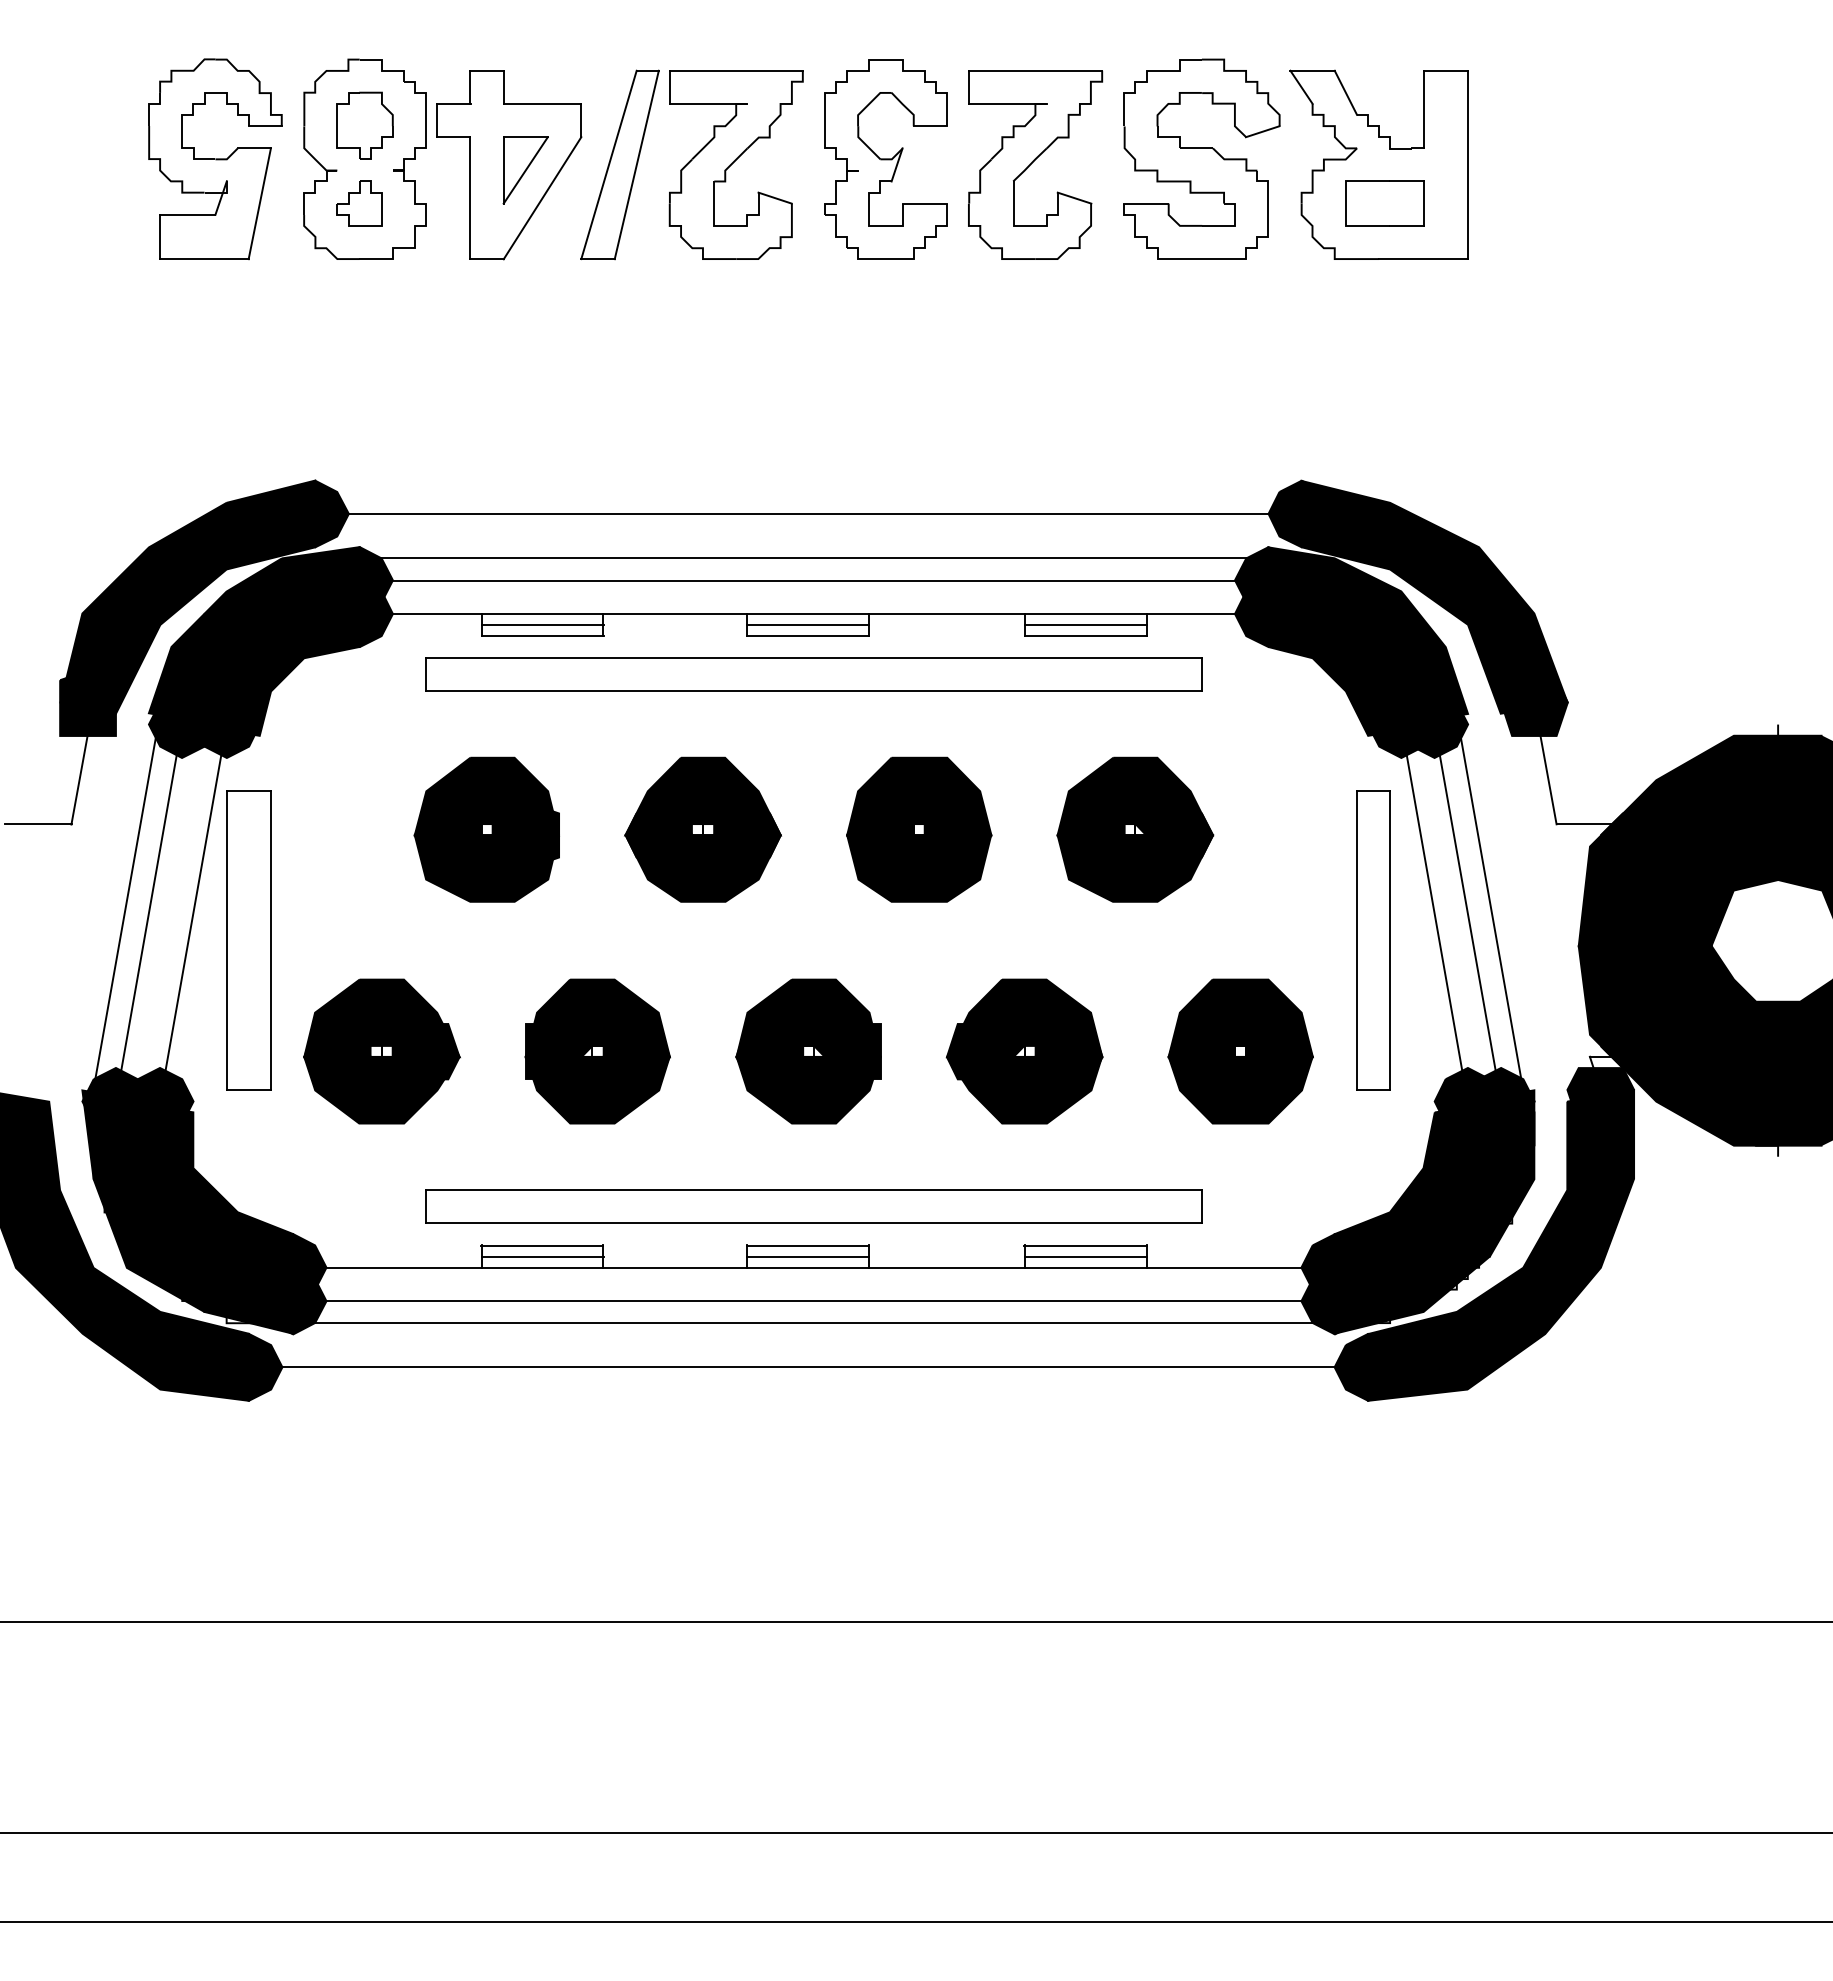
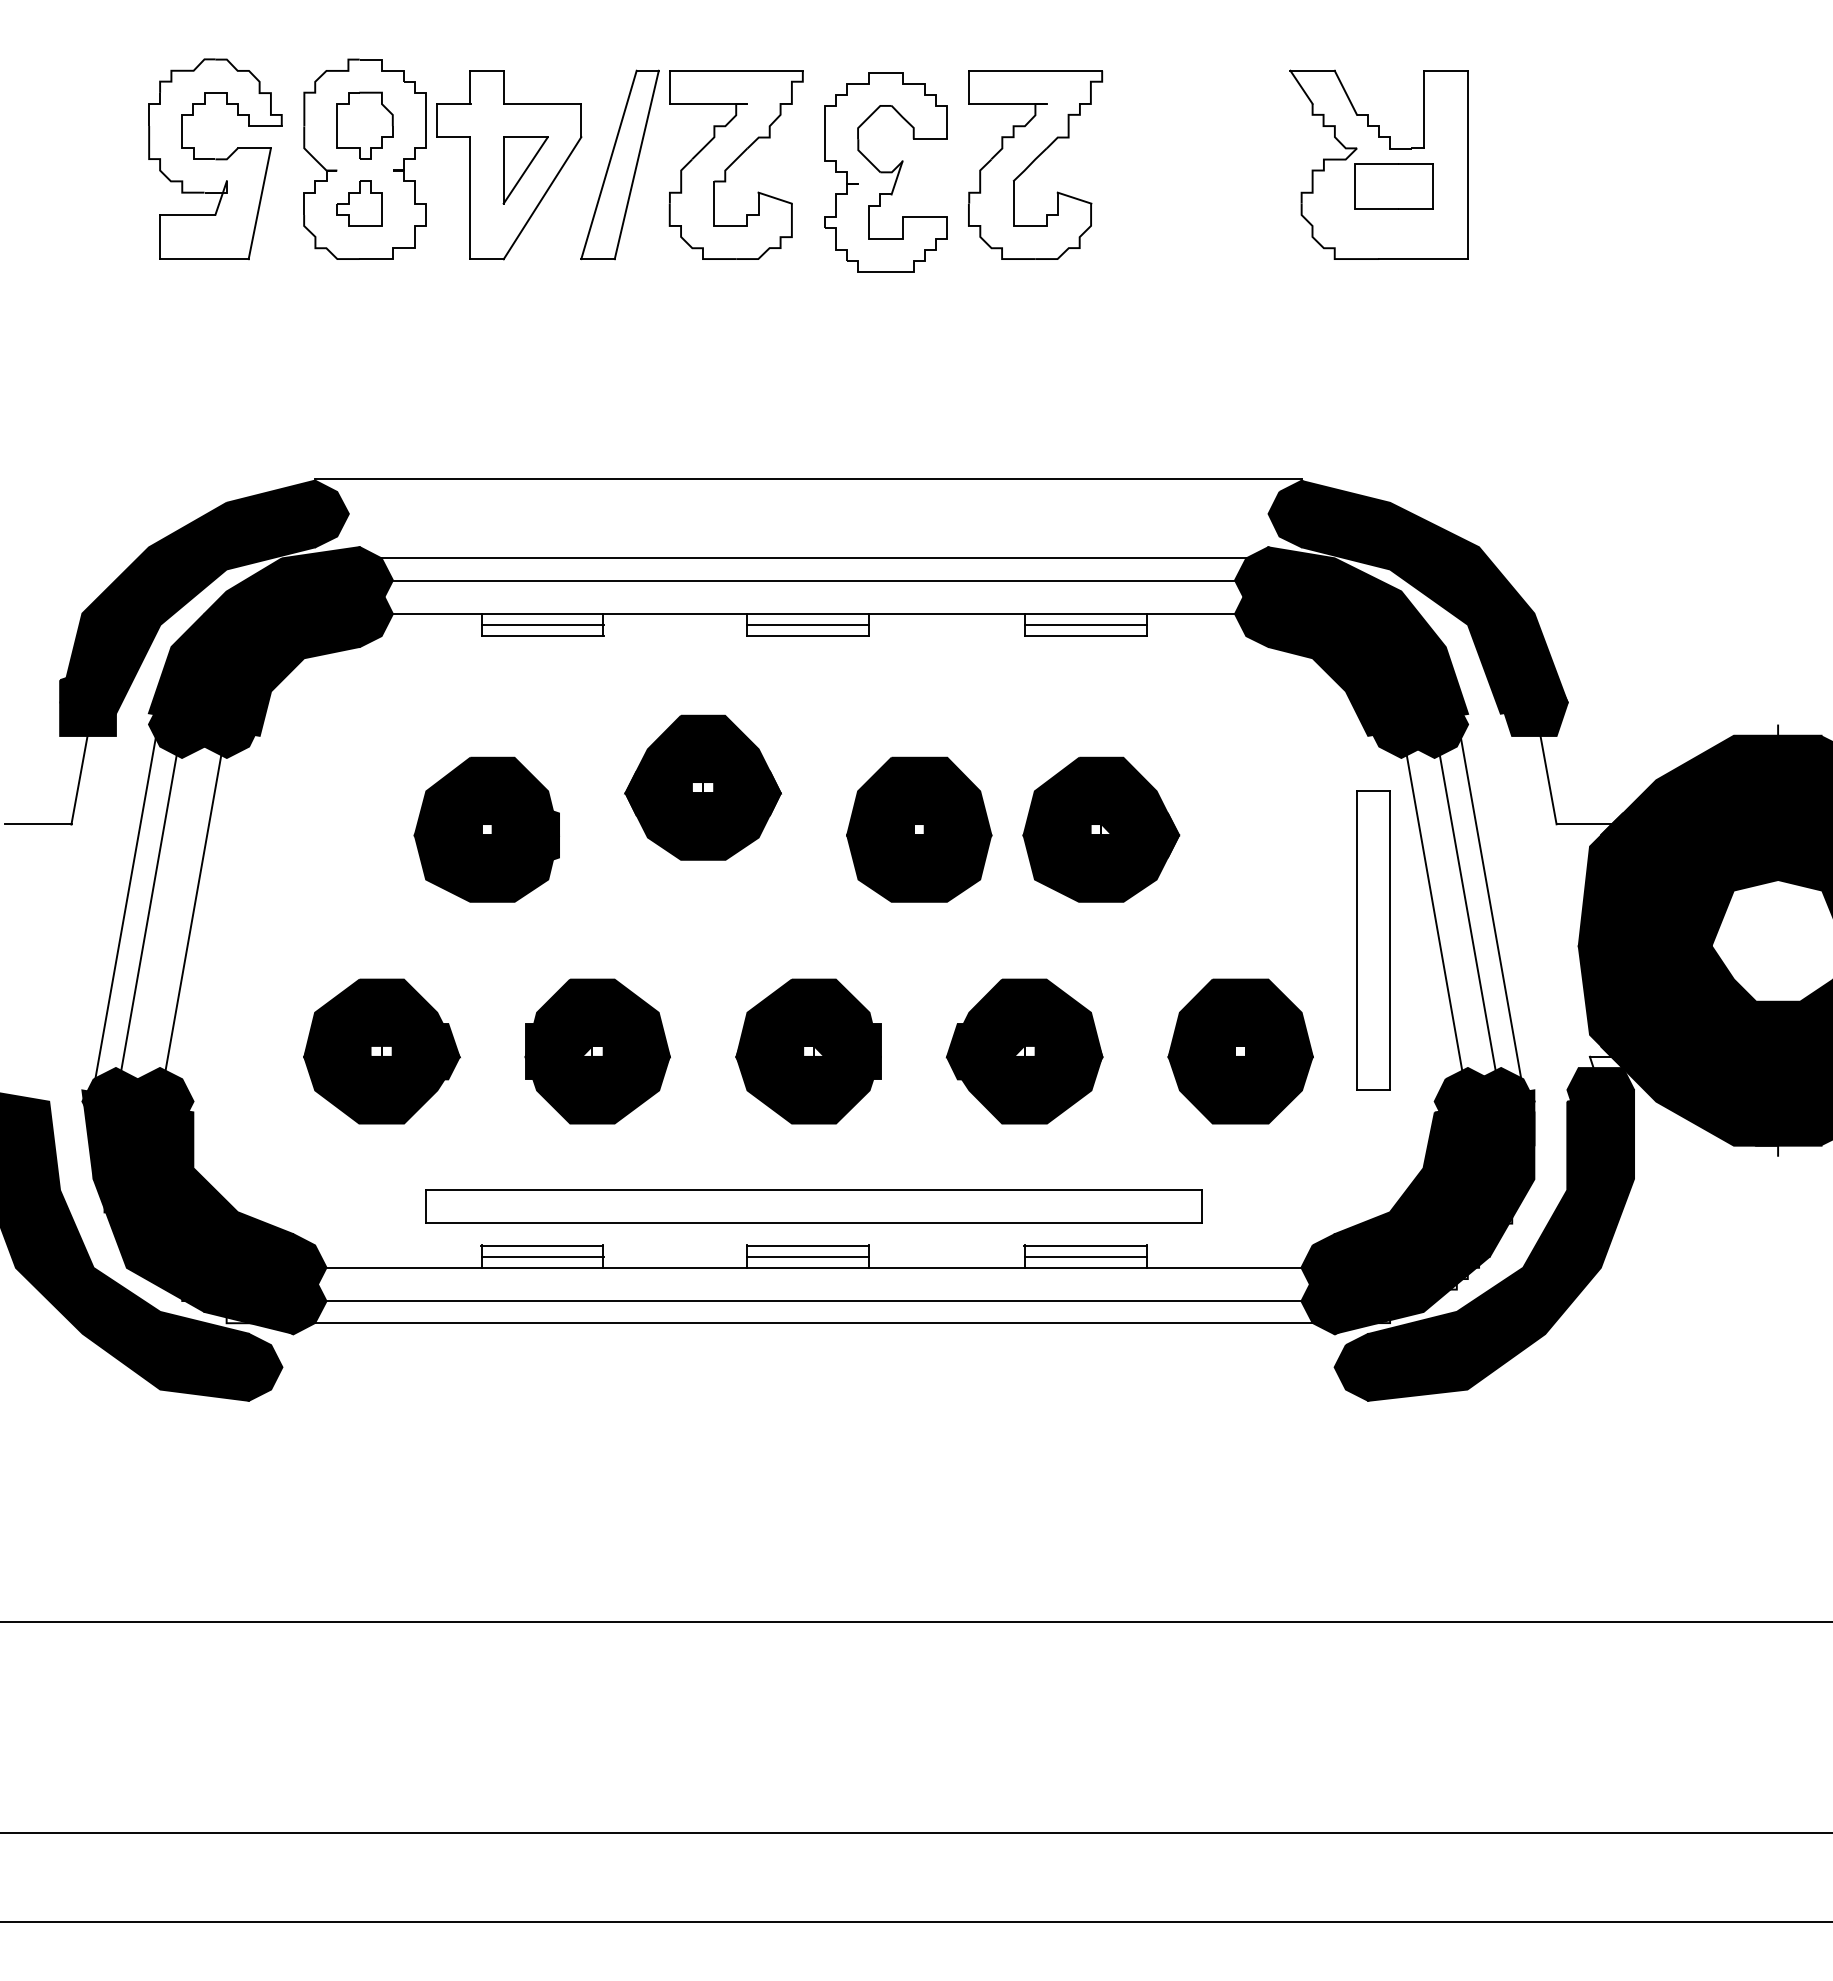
part at (1201, 158): present -> none
part at (885, 159) position: (885, 159) -> (885, 172)
part at (1384, 203) position: (1384, 203) -> (1393, 186)
line at (808, 514) position: (808, 514) -> (808, 479)
part at (813, 674): present -> none
part at (702, 829) position: (702, 829) -> (702, 787)
part at (1135, 829) position: (1135, 829) -> (1101, 829)
part at (248, 940): present -> none
line at (808, 1367): present -> none
